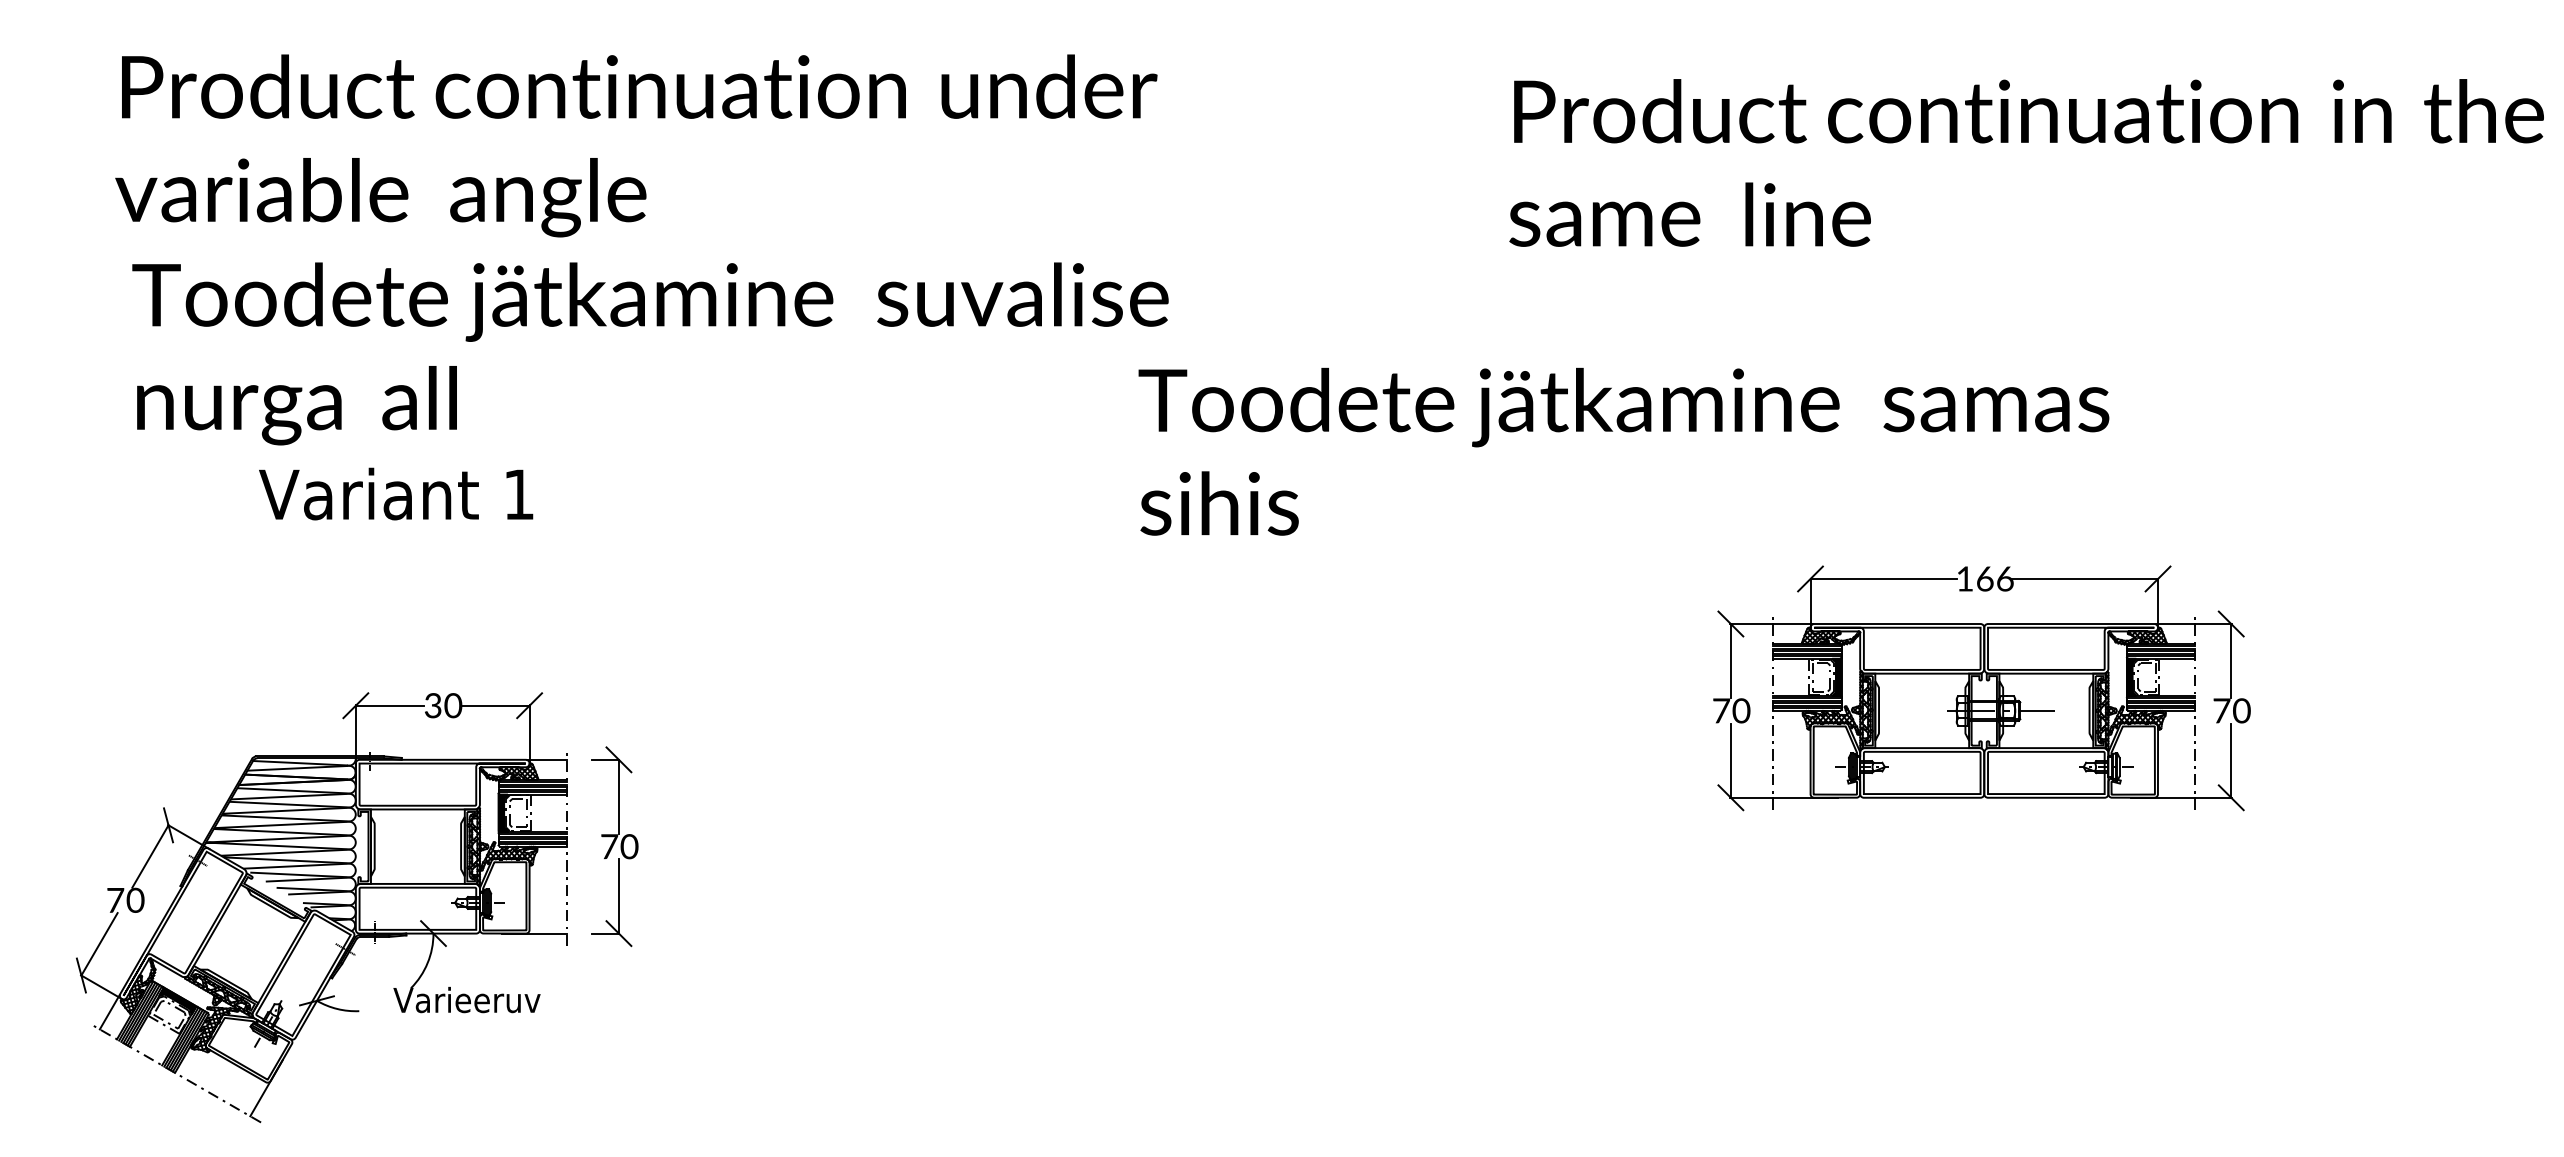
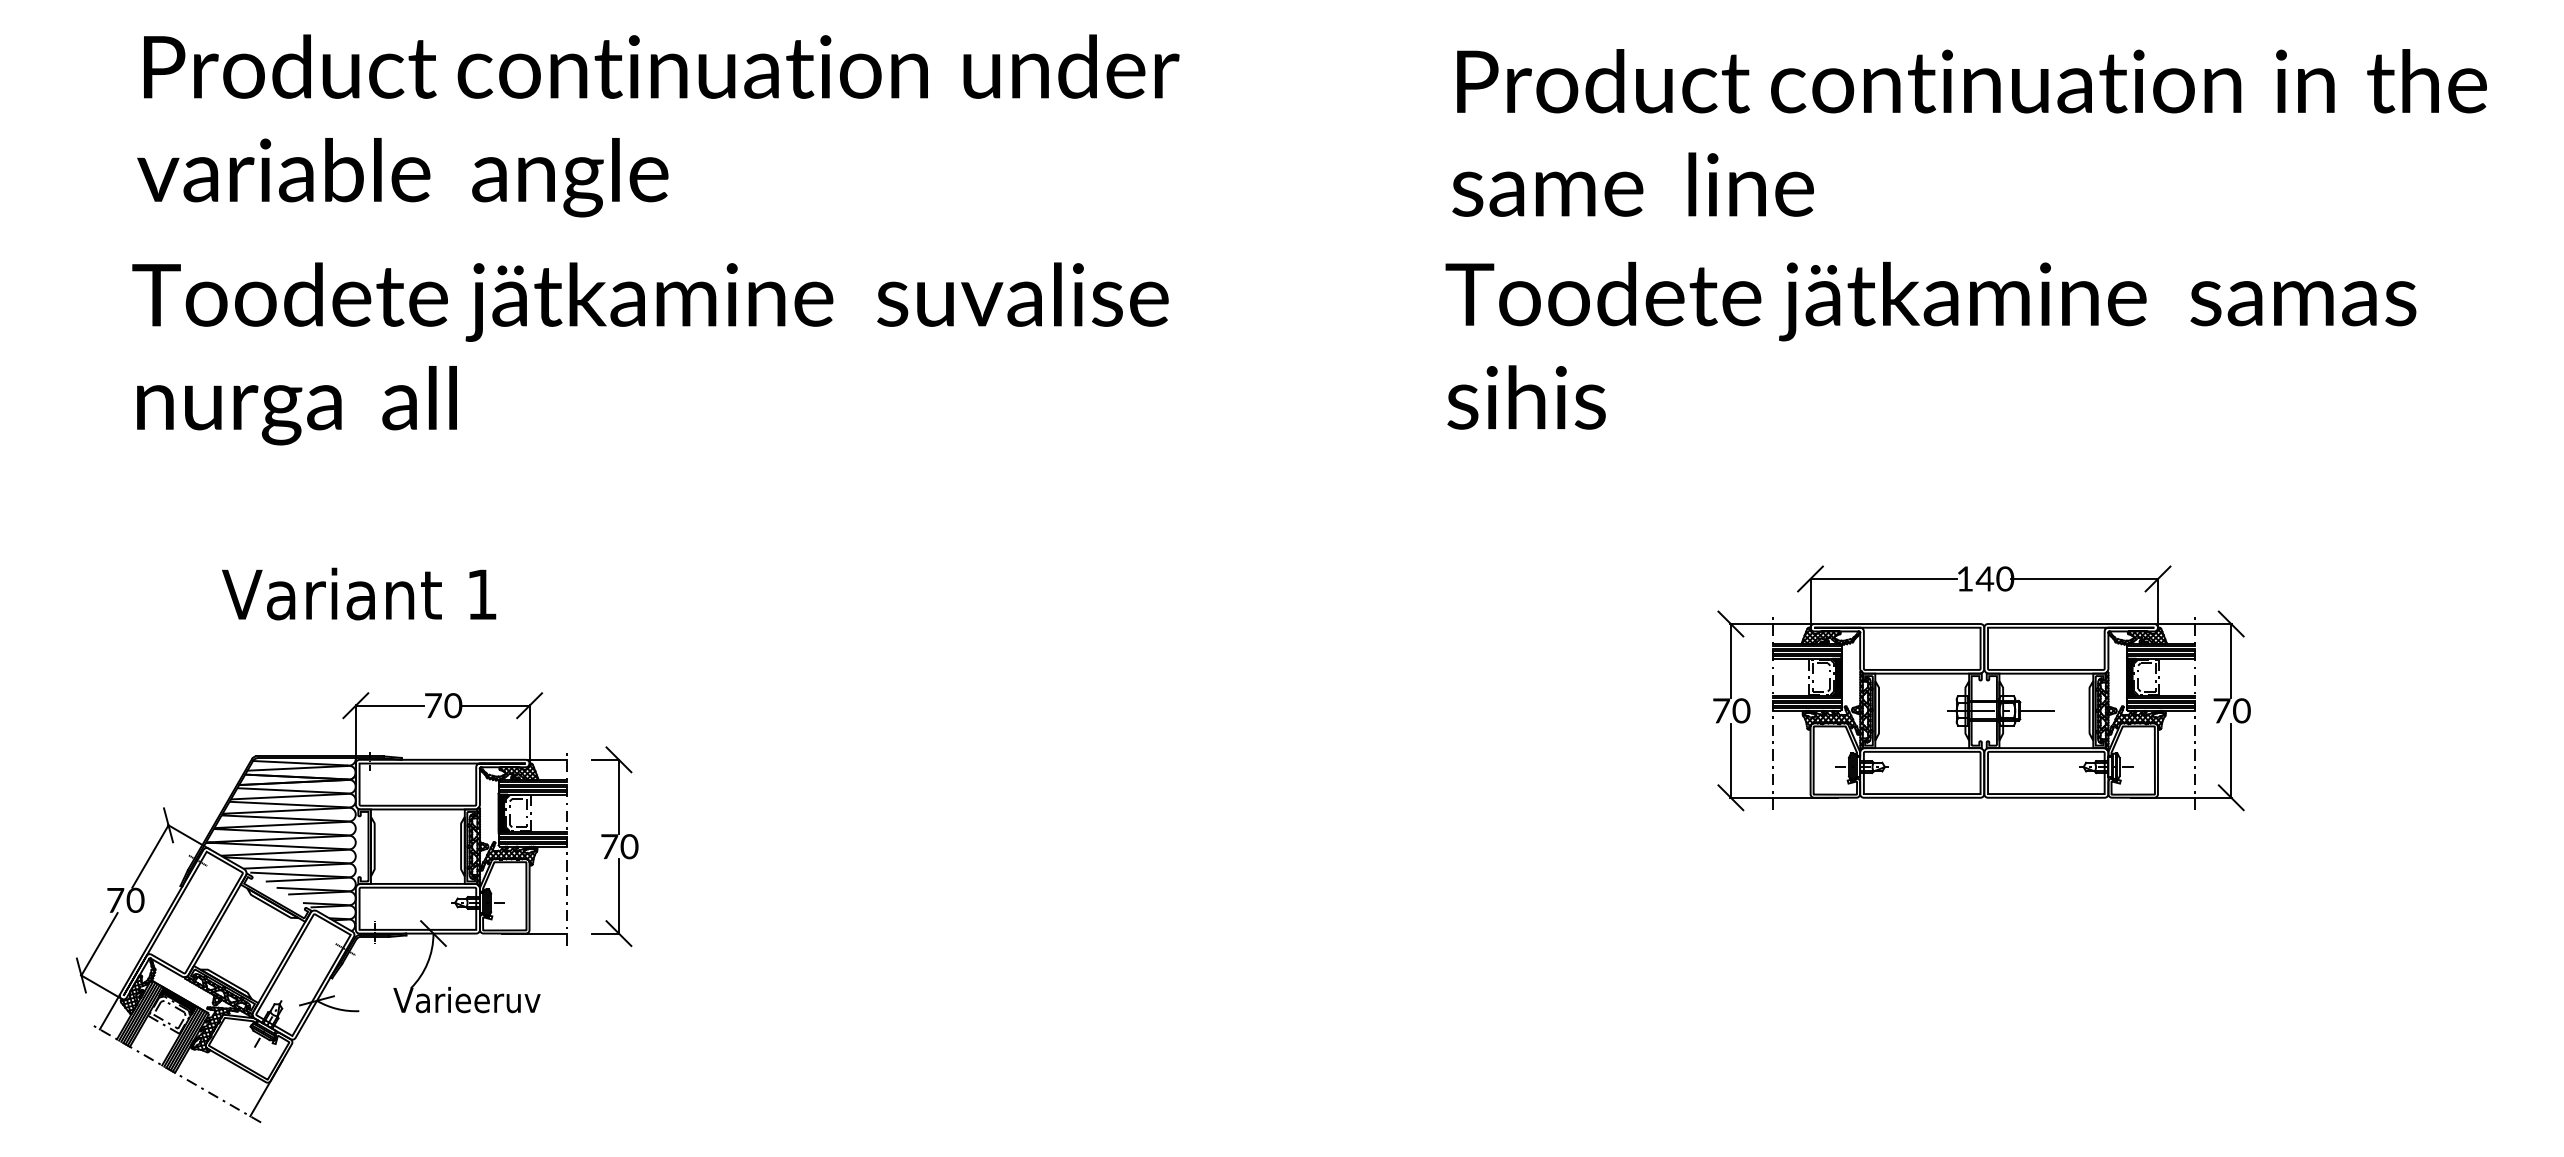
text at (636, 145) position: (636, 145) -> (658, 125)
text at (2026, 162) position: (2026, 162) -> (1969, 132)
text at (1623, 451) position: (1623, 451) -> (1930, 345)
text at (396, 493) position: (396, 493) -> (359, 593)
text at (1994, 578): 166 -> 140
text at (433, 705): 30 -> 70
